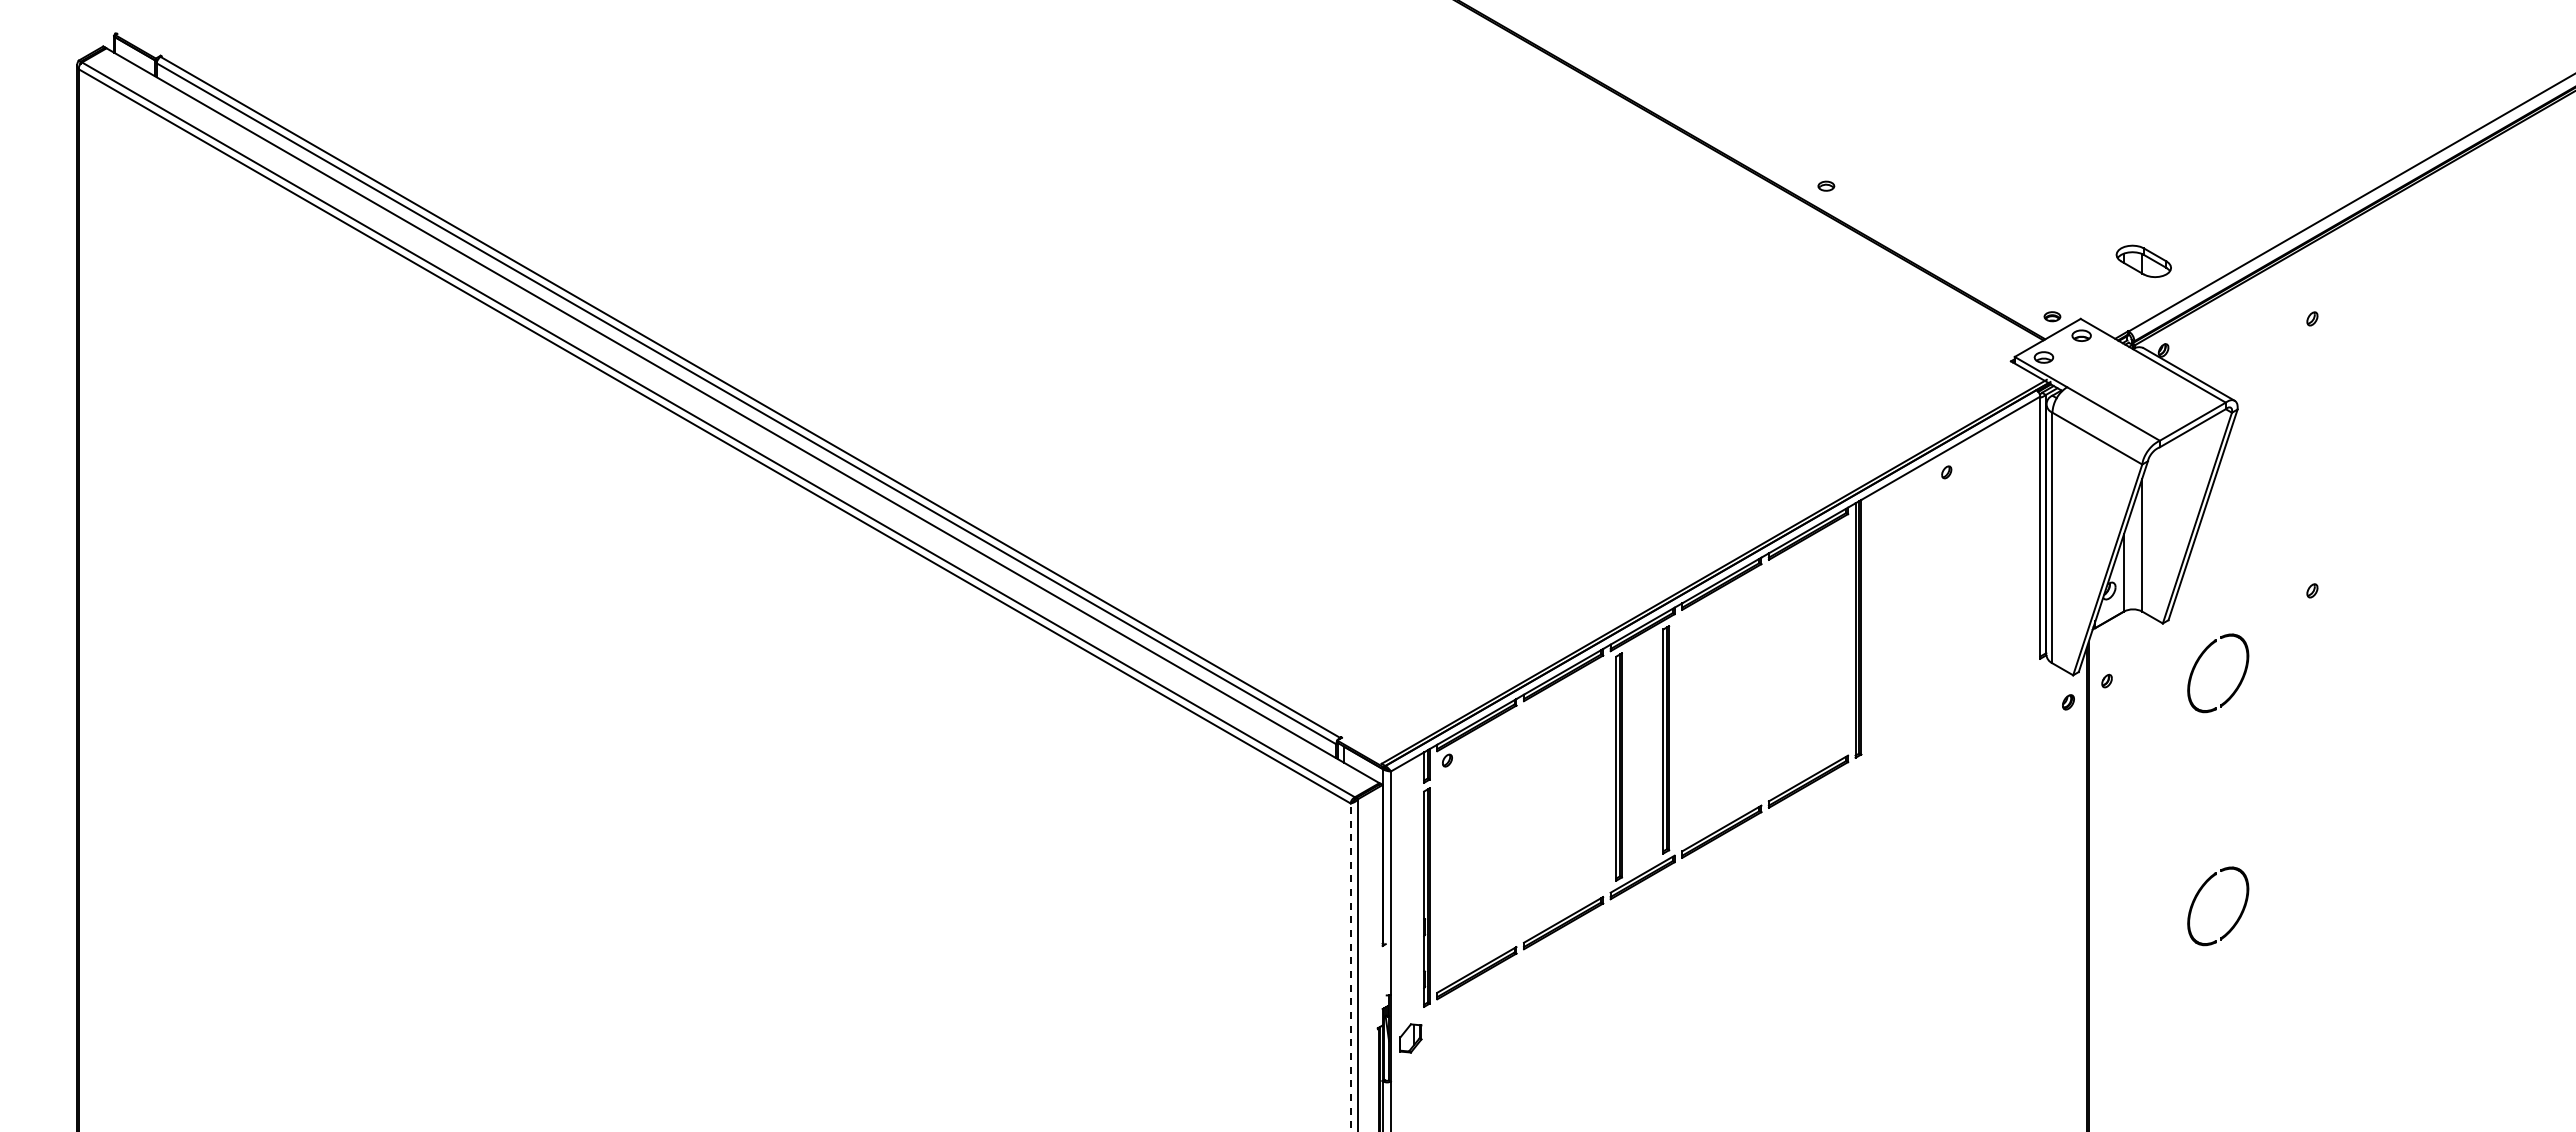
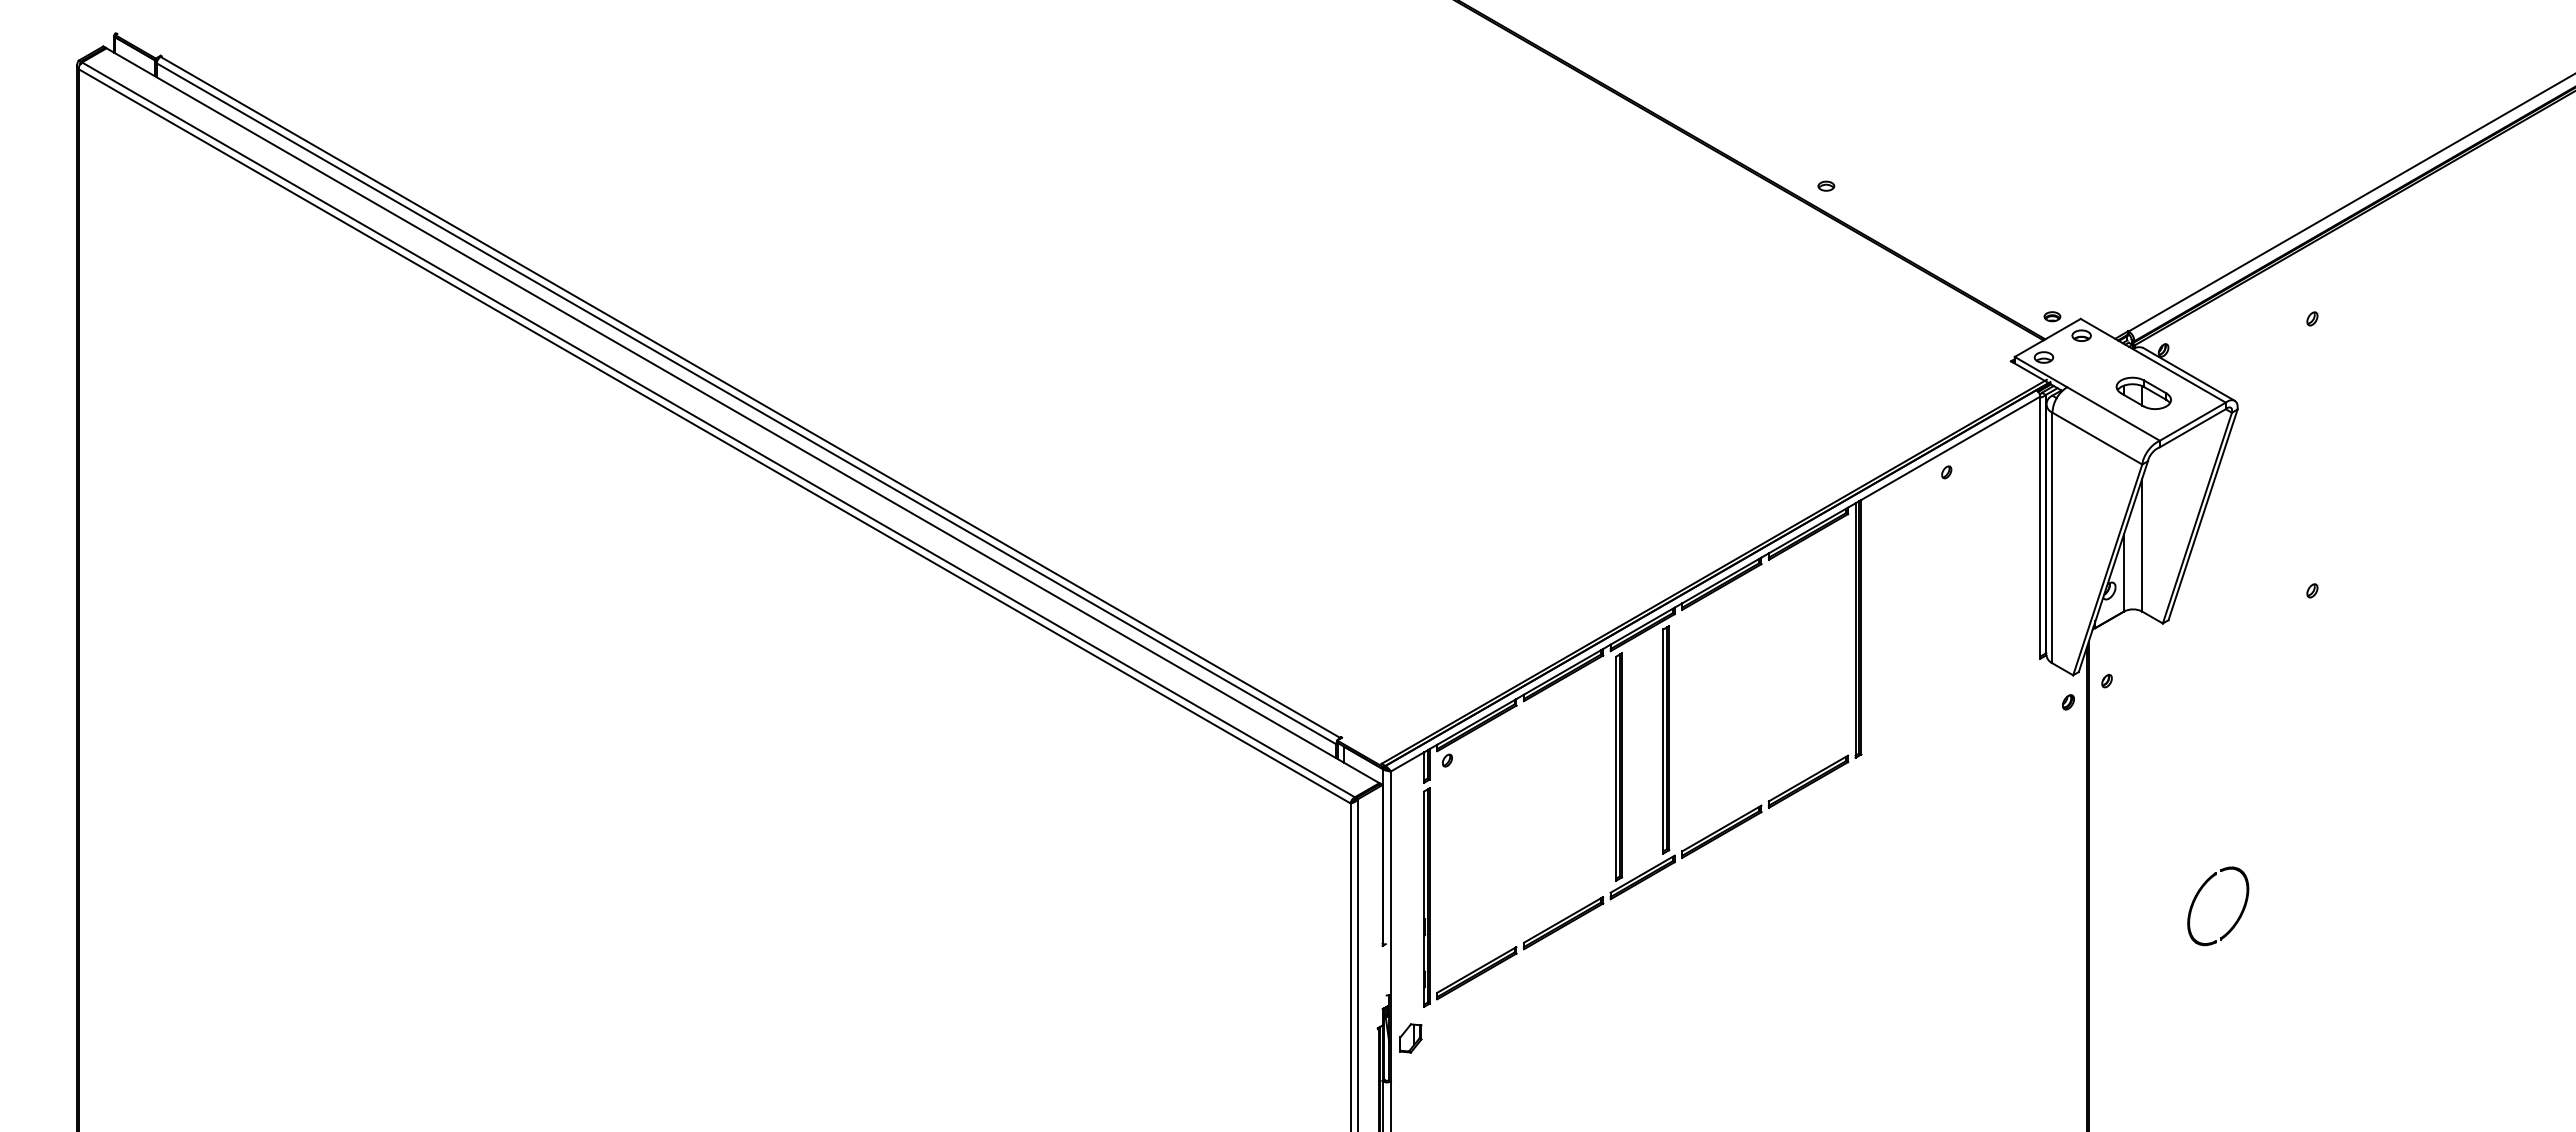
part at (2143, 260) position: (2143, 260) -> (2143, 392)
part at (2238, 683): present -> none
line at (1350, 967): dashed -> solid
